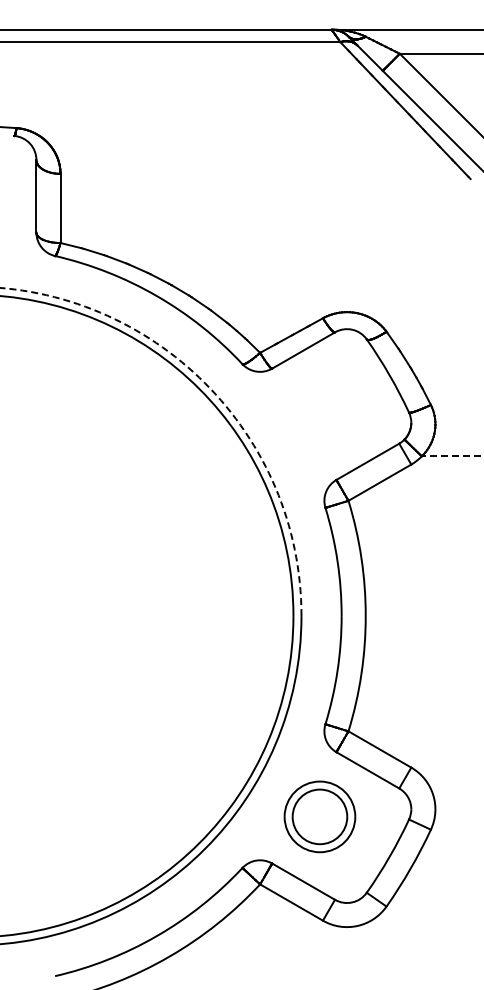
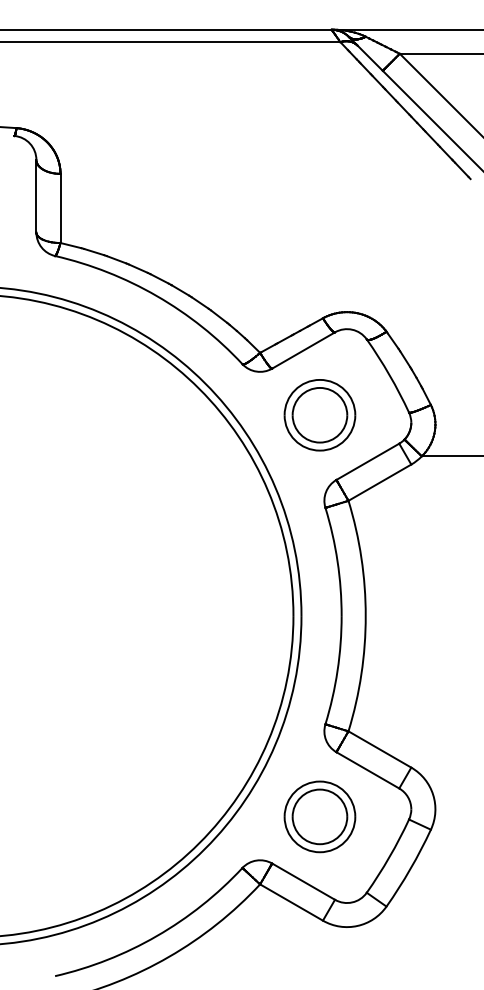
arc at (214, 393): dashed -> solid
part at (319, 415): none -> present
line at (452, 456): dashed -> solid
